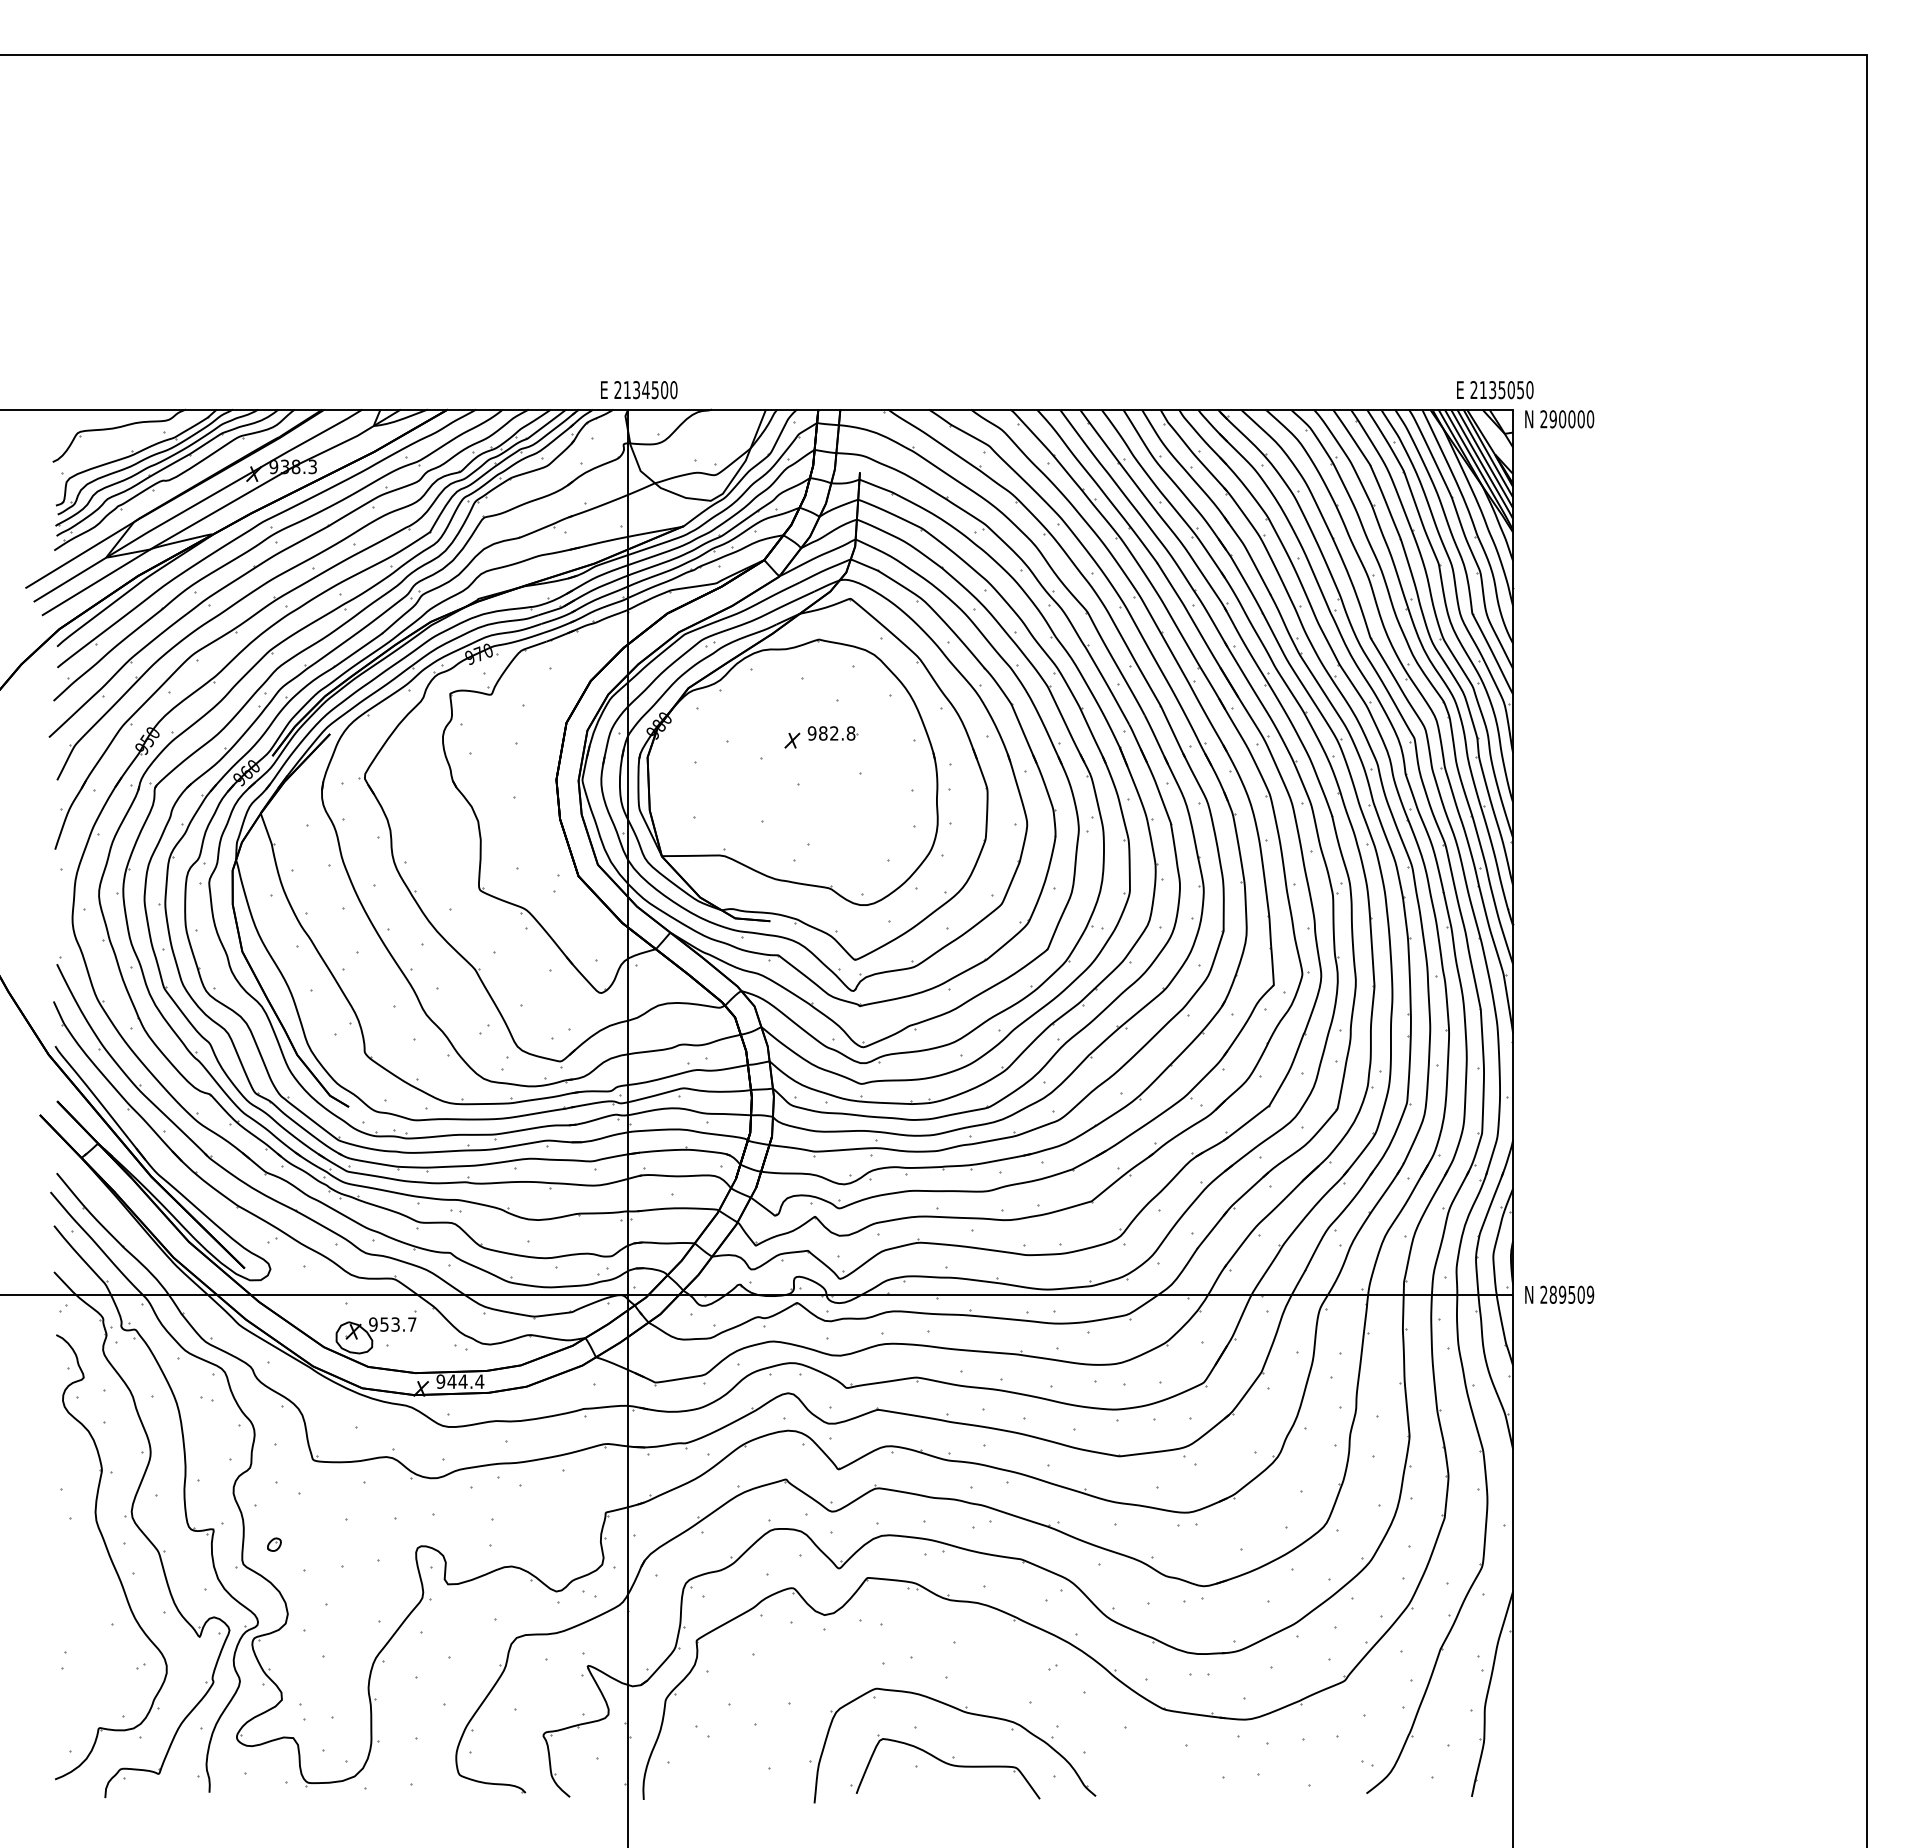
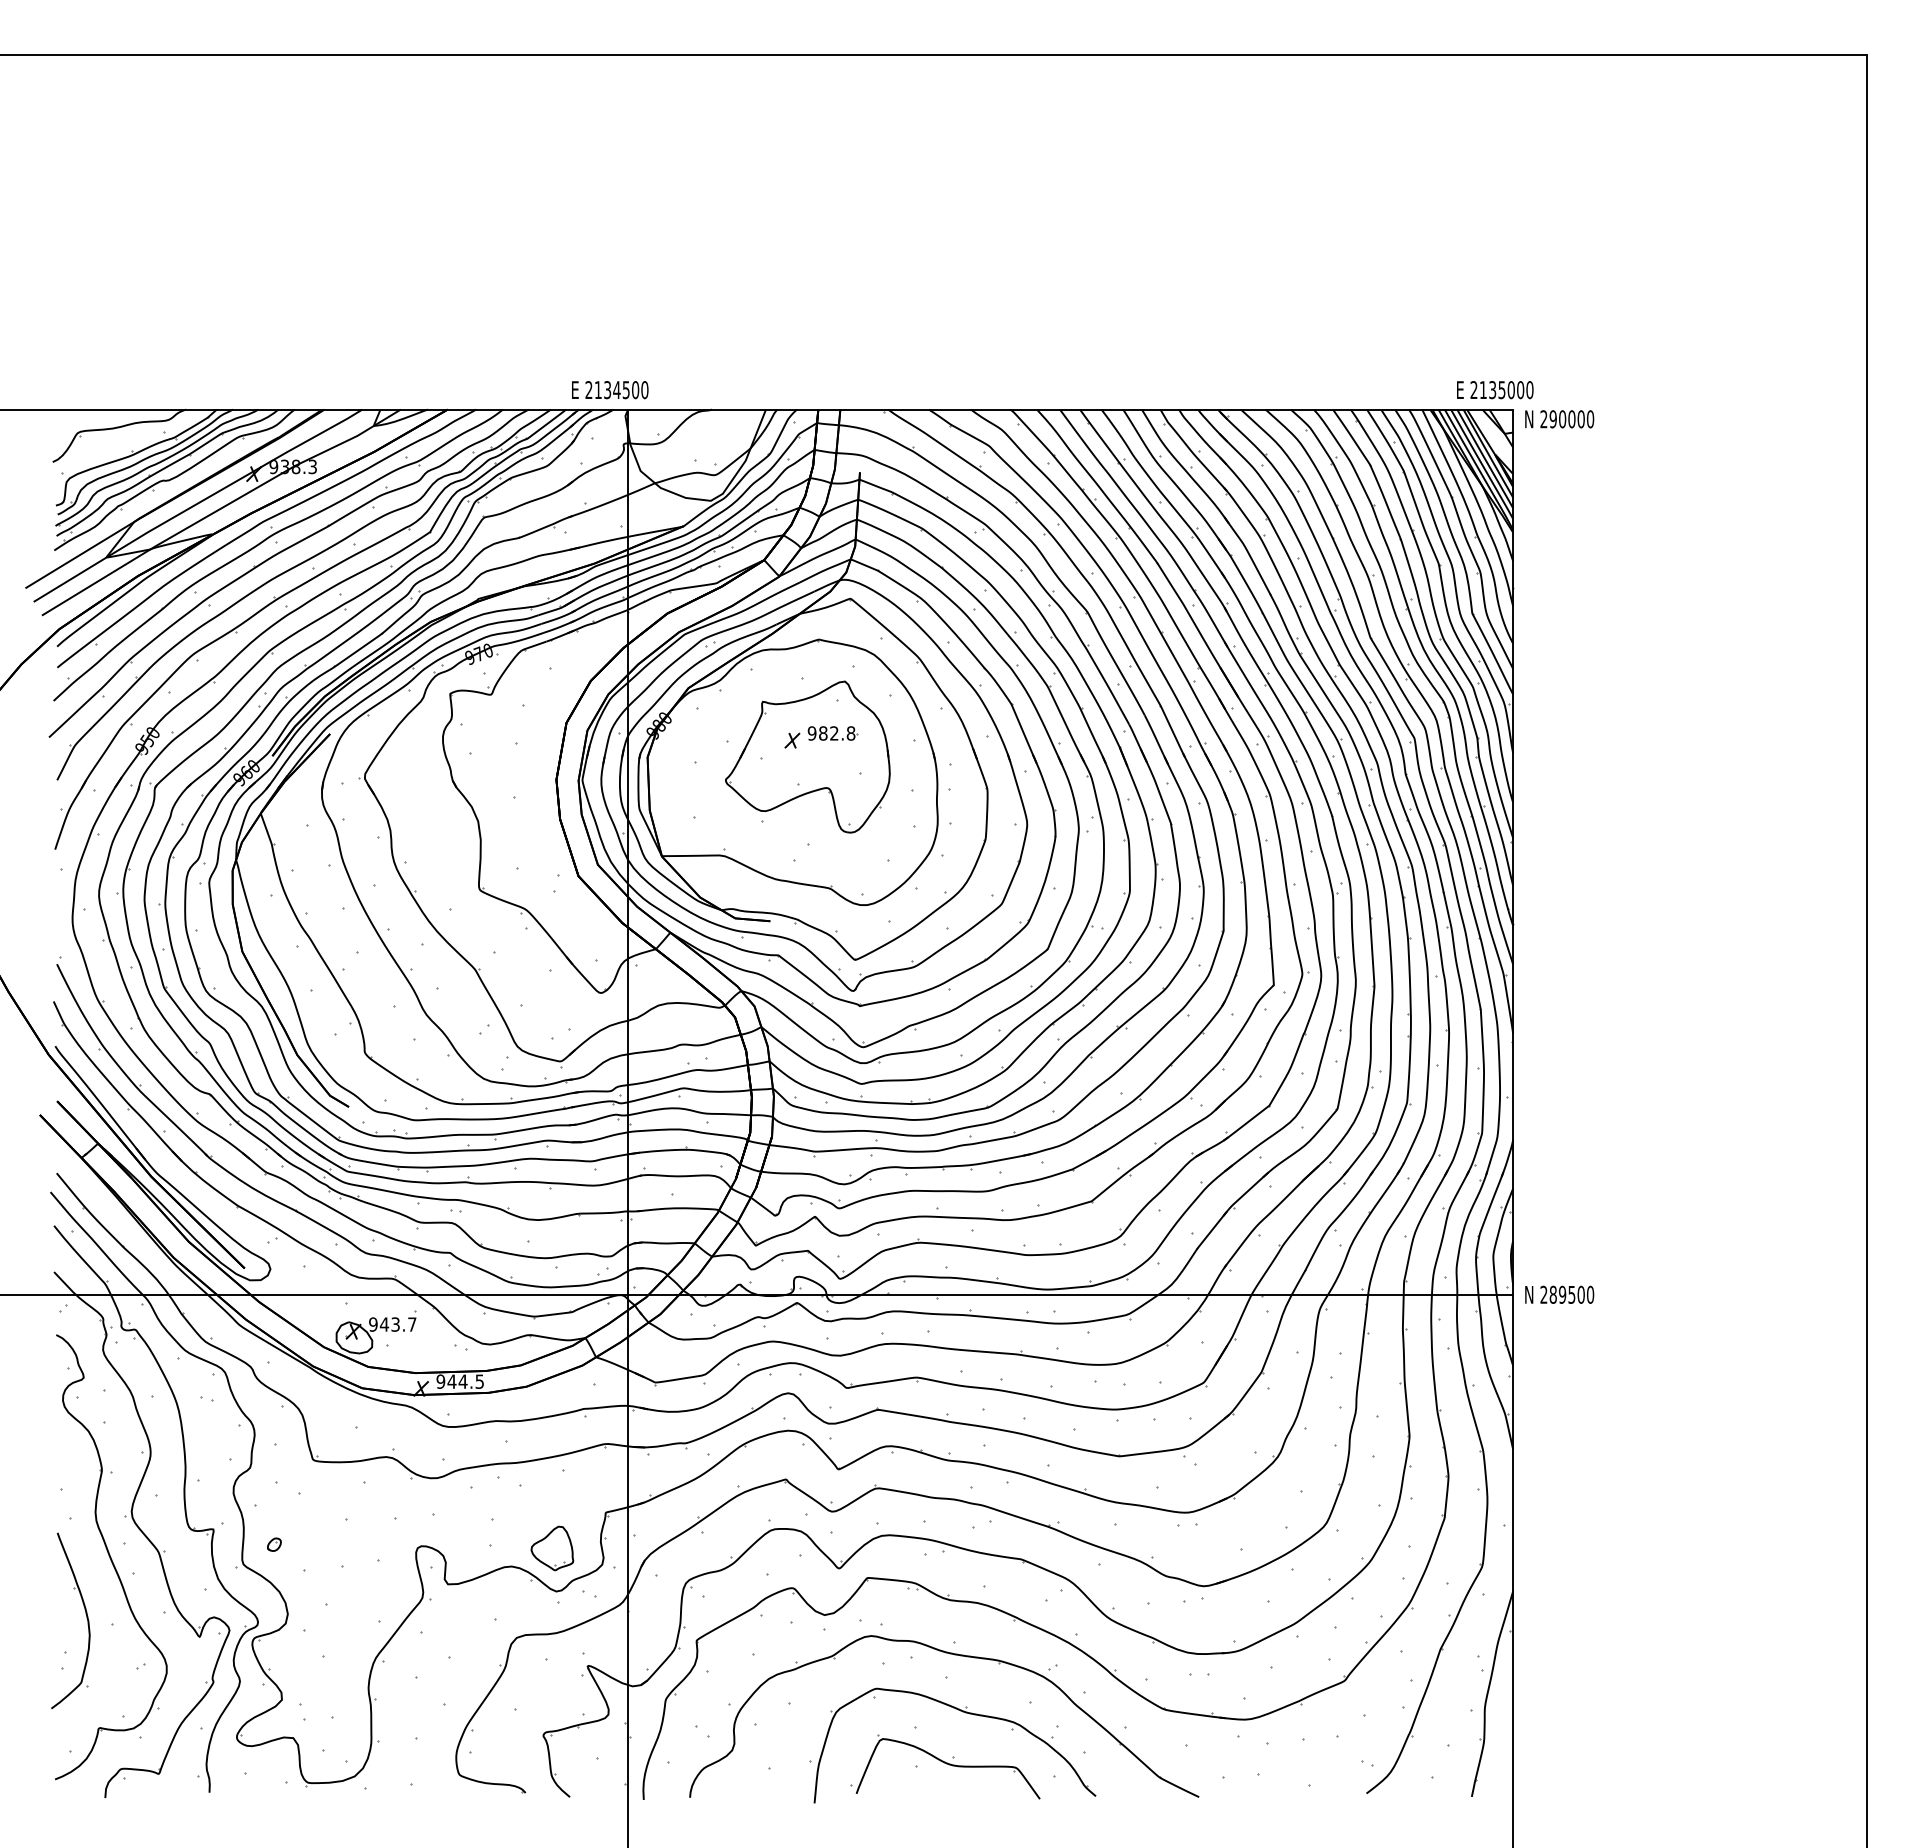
text at (639, 390) position: (639, 390) -> (610, 390)
text at (1520, 390): 2135050 -> 2135000
part at (807, 756): none -> present
text at (1590, 1294): 289509 -> 289500
text at (384, 1324): 953.7 -> 943.7
text at (479, 1381): 944.4 -> 944.5
part at (552, 1548): none -> present
part at (86, 1618): none -> present
part at (954, 1655): none -> present
